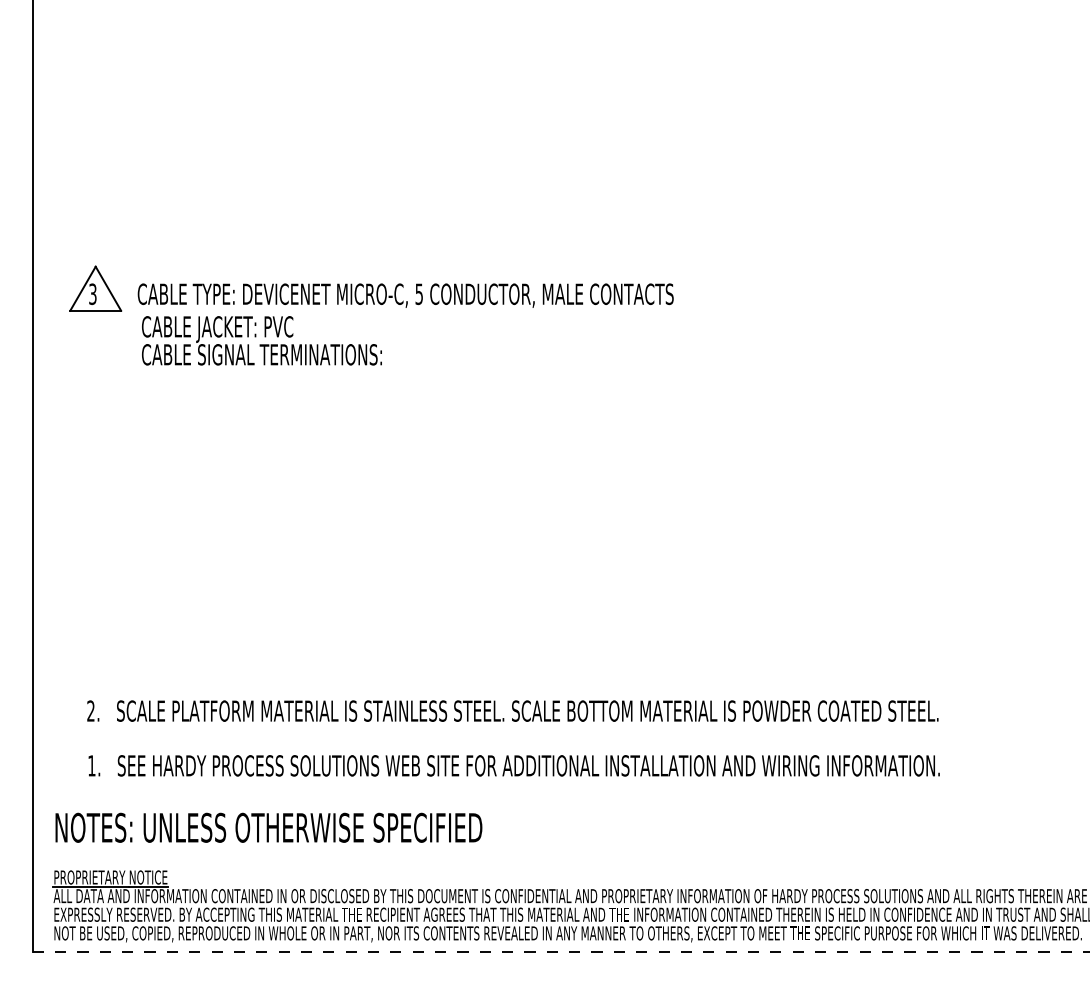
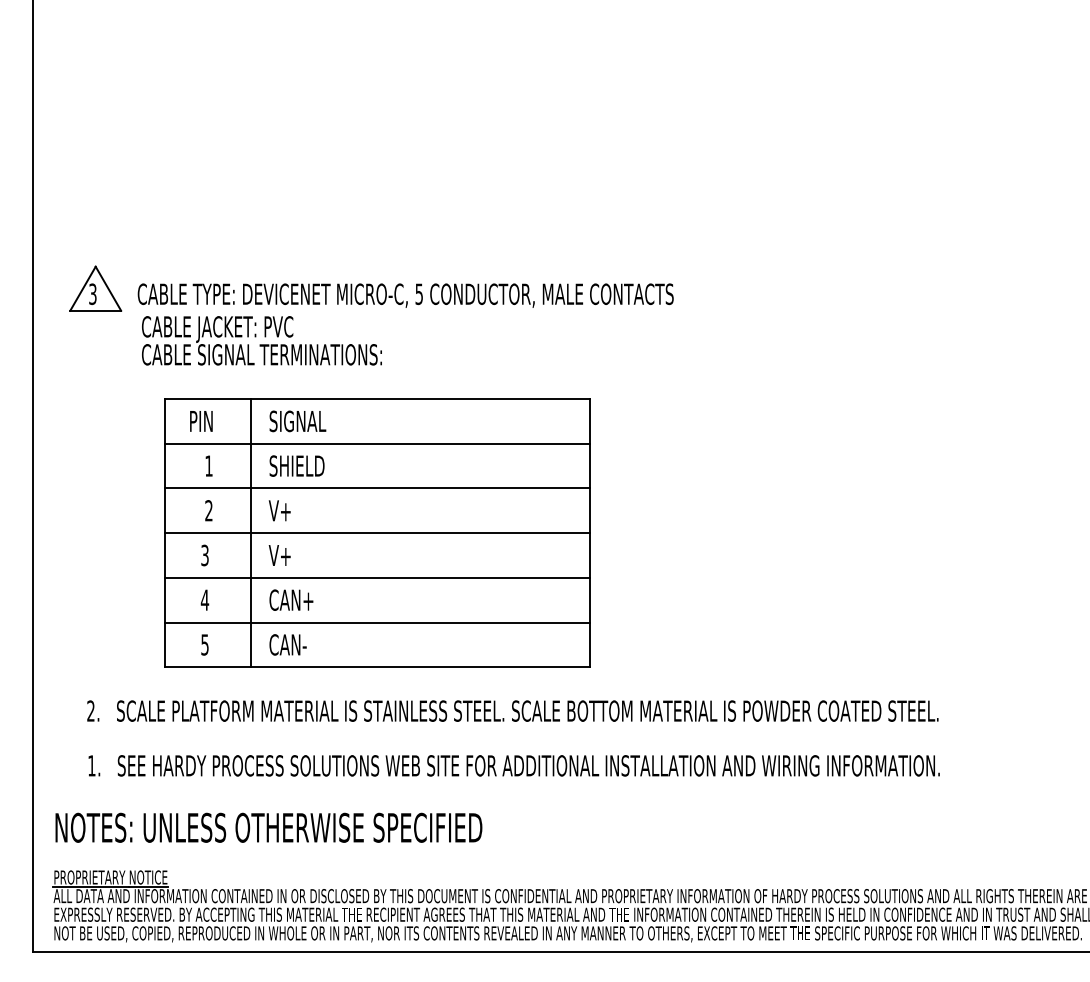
part at (377, 532): none -> present
line at (561, 952): dashed -> solid
